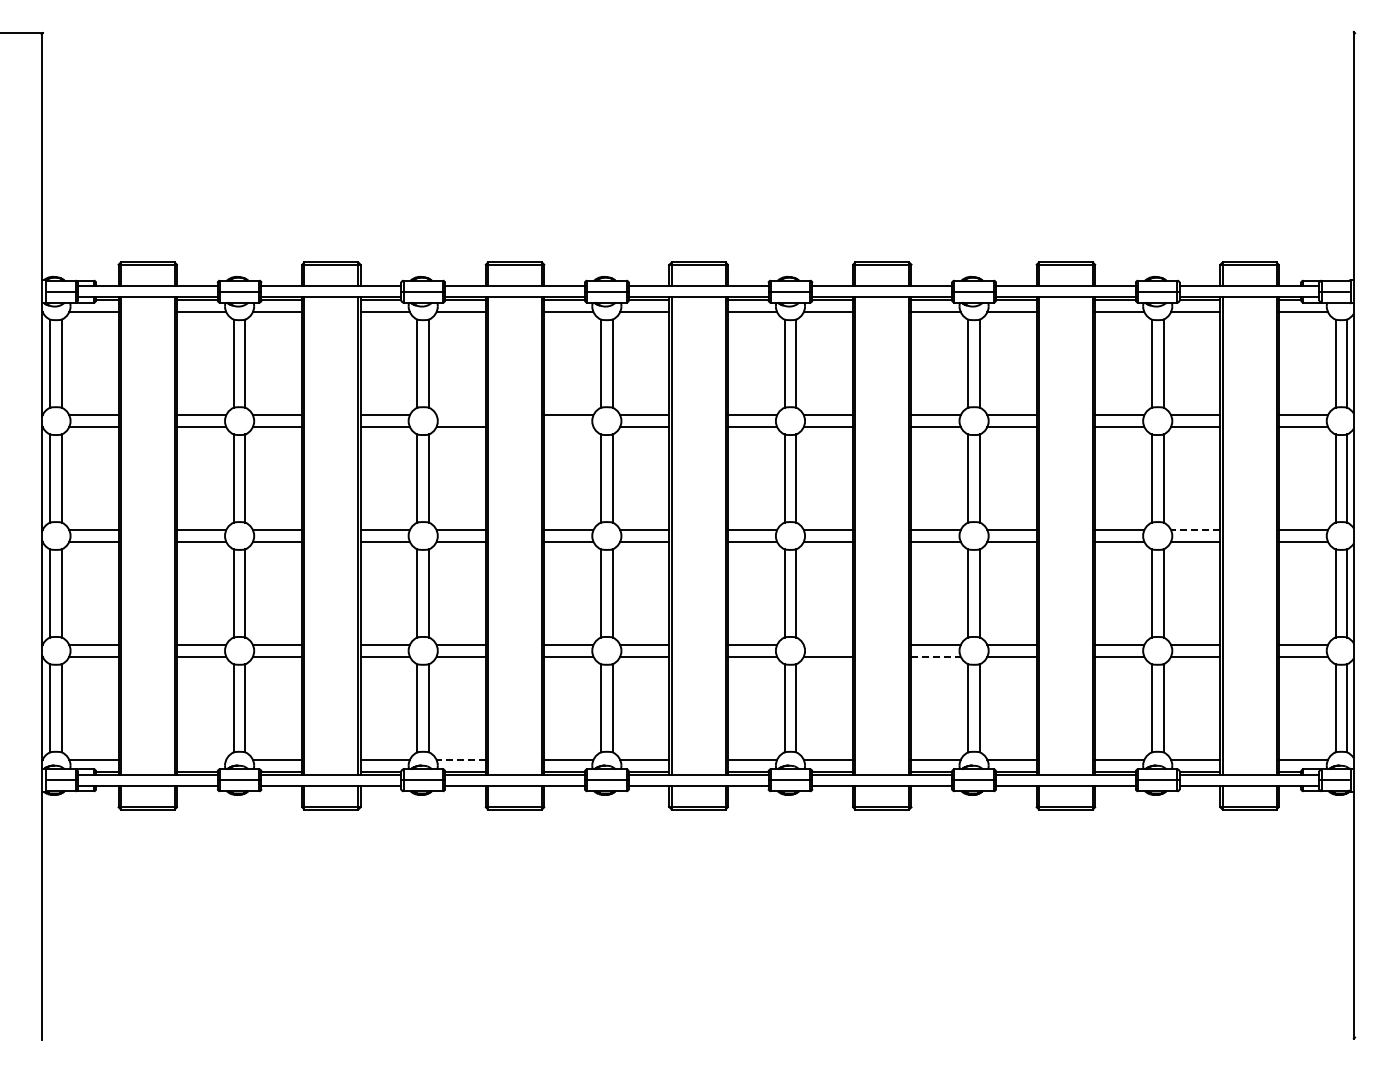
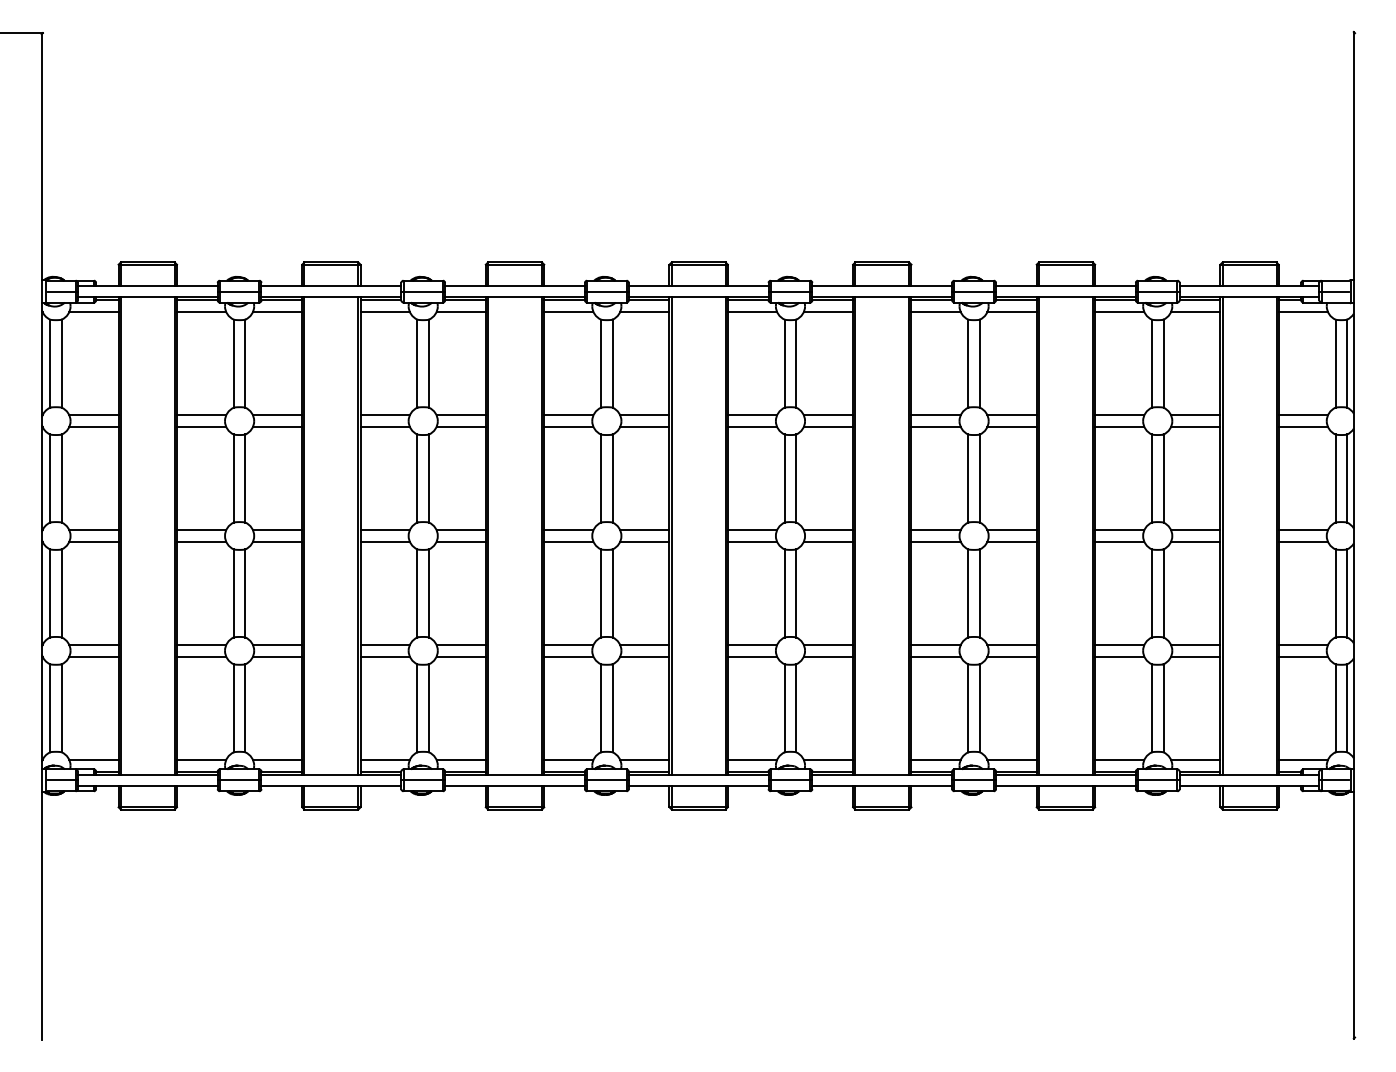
line at (460, 415): none -> present
line at (568, 426): none -> present
line at (1195, 530): dashed -> solid
line at (828, 645): none -> present
line at (936, 656): dashed -> solid
line at (201, 759): none -> present
line at (461, 759): dashed -> solid
